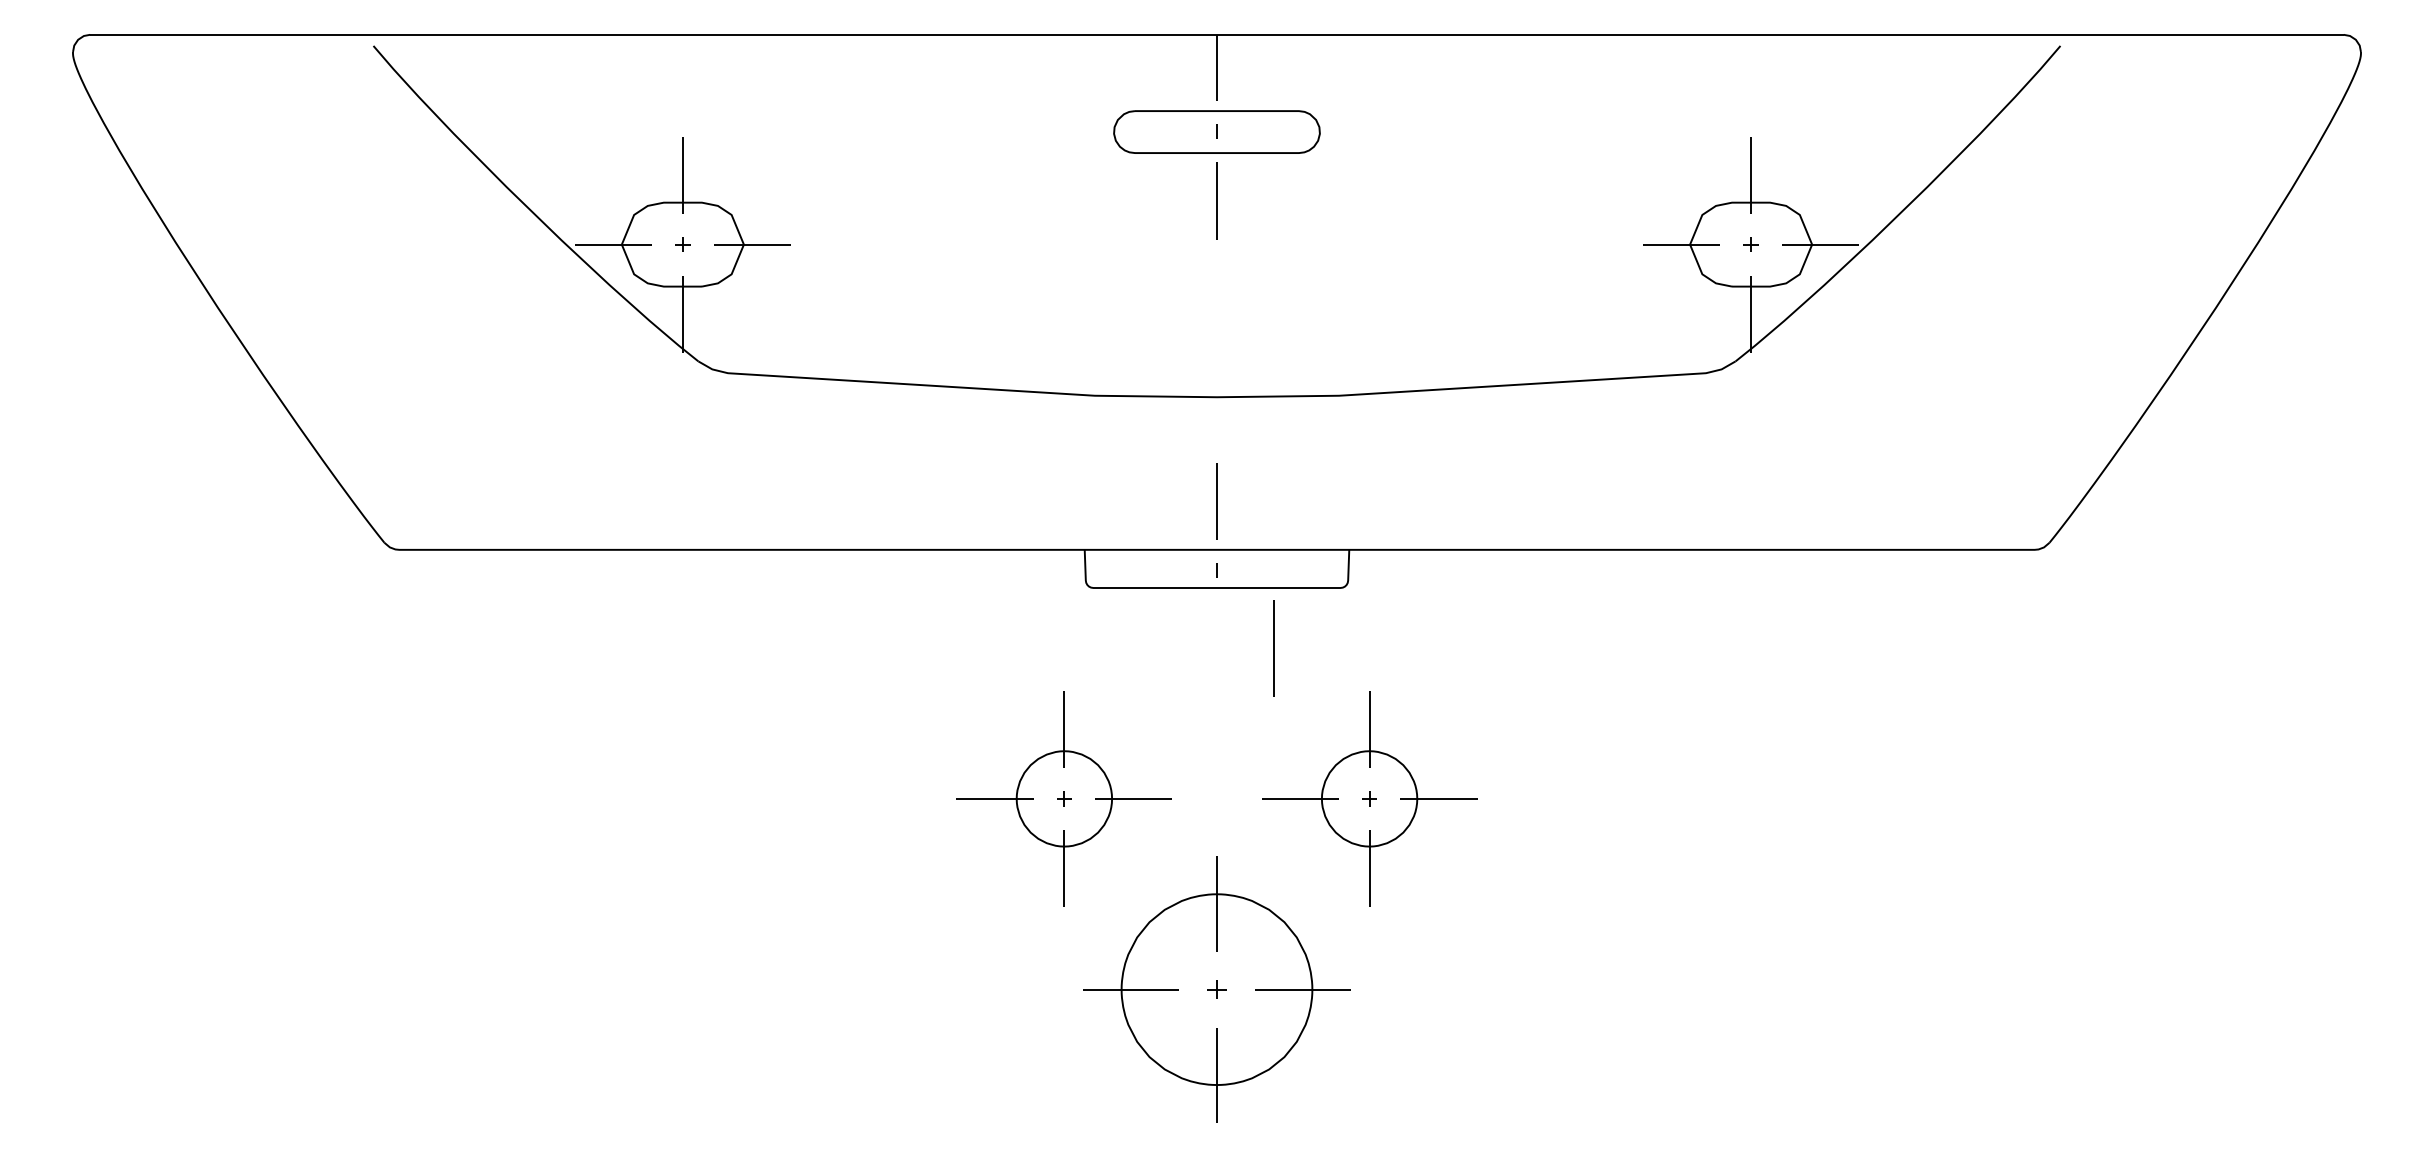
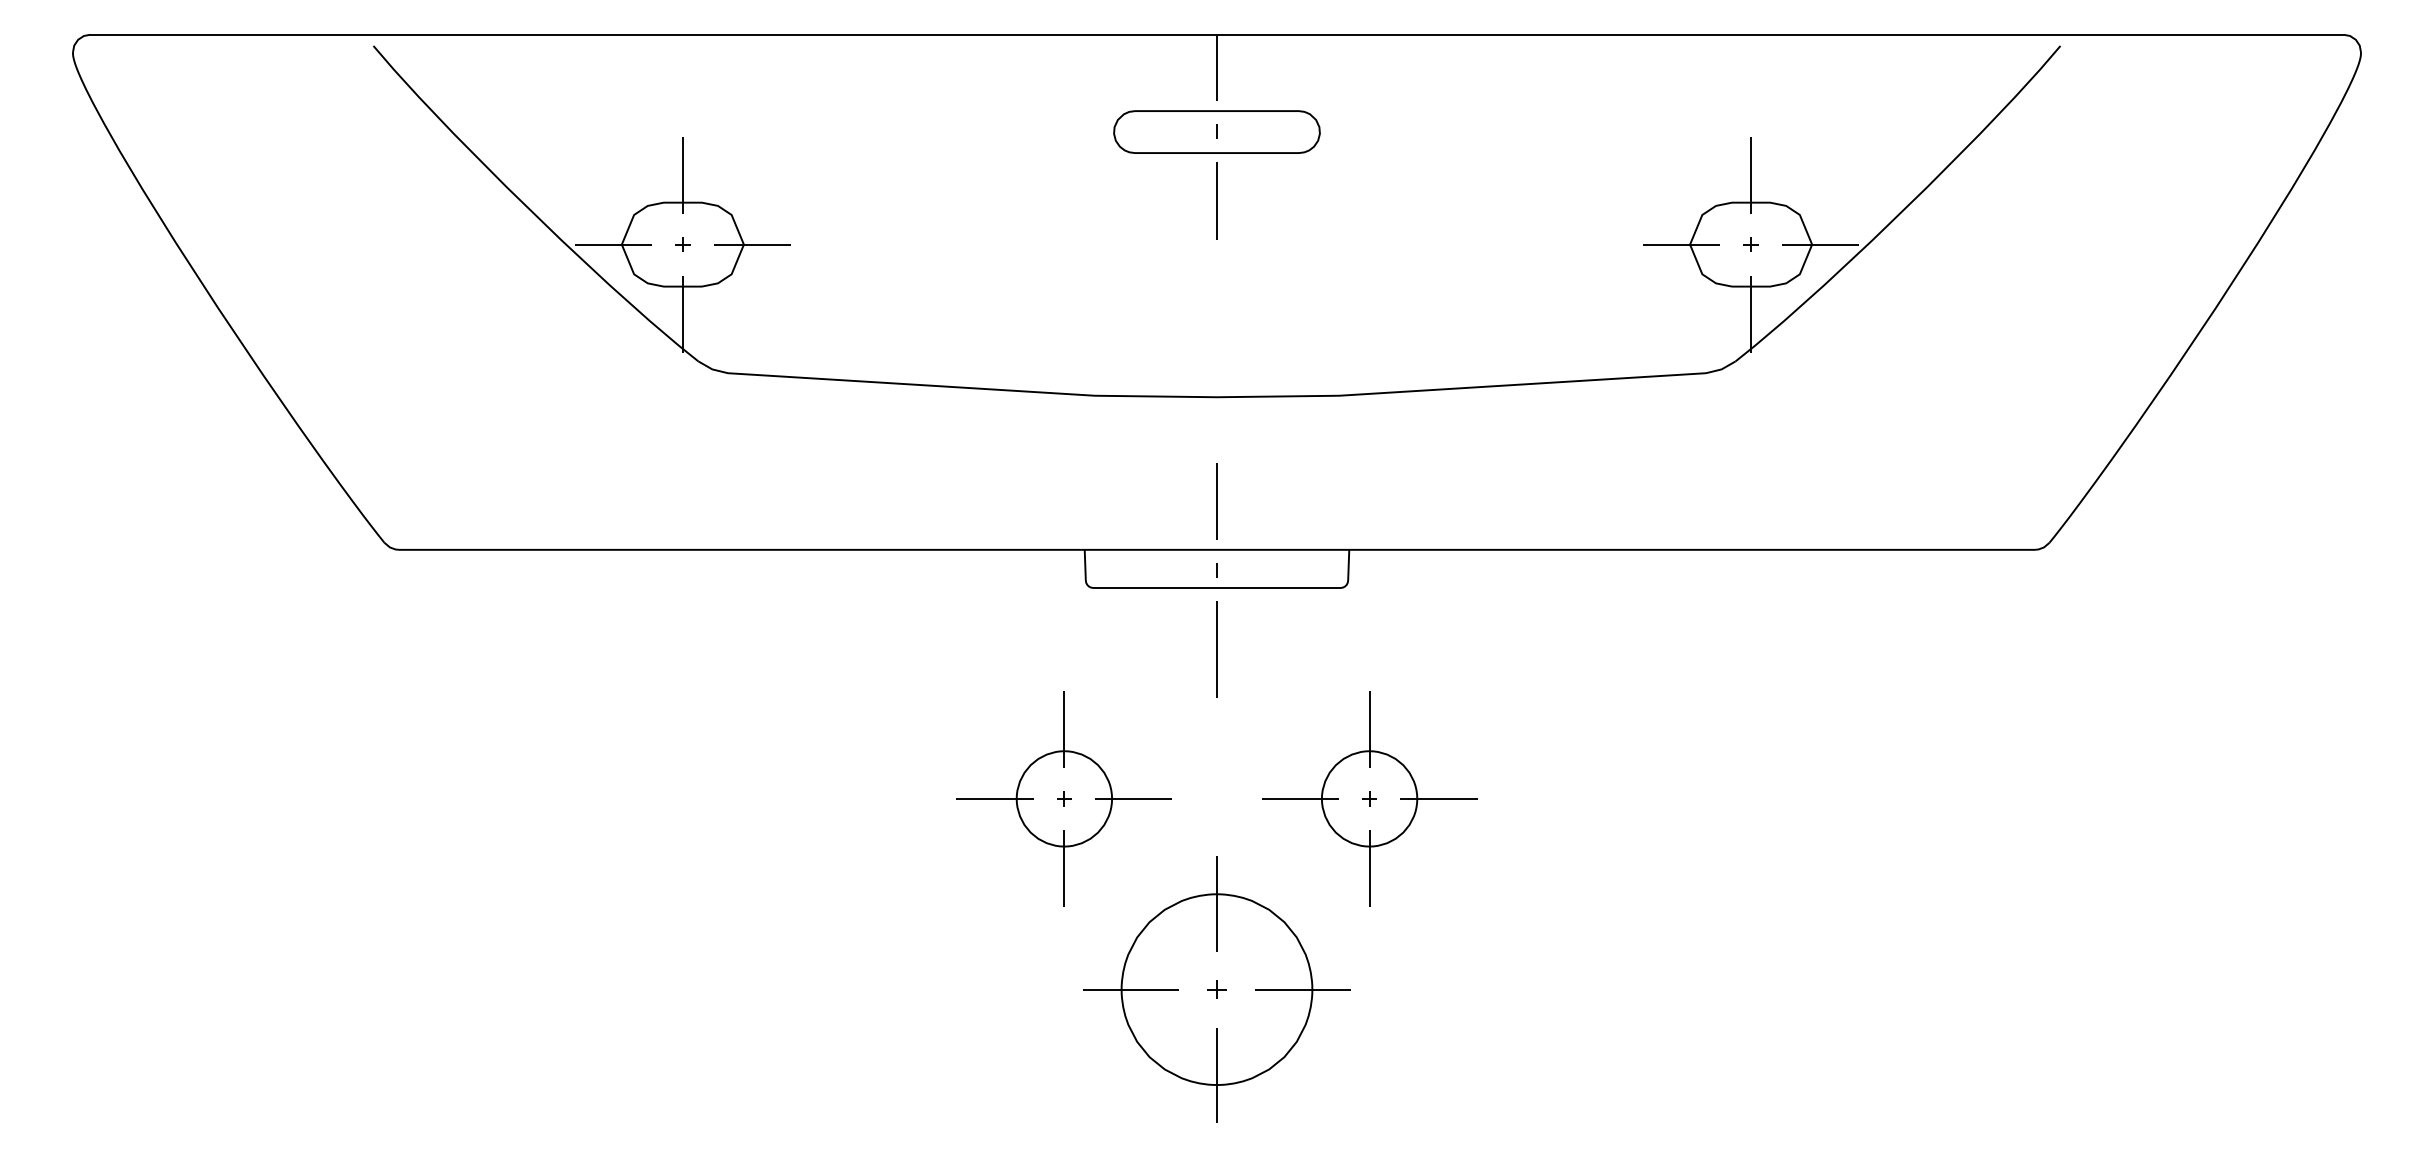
line at (1273, 648) position: (1273, 648) -> (1216, 649)
